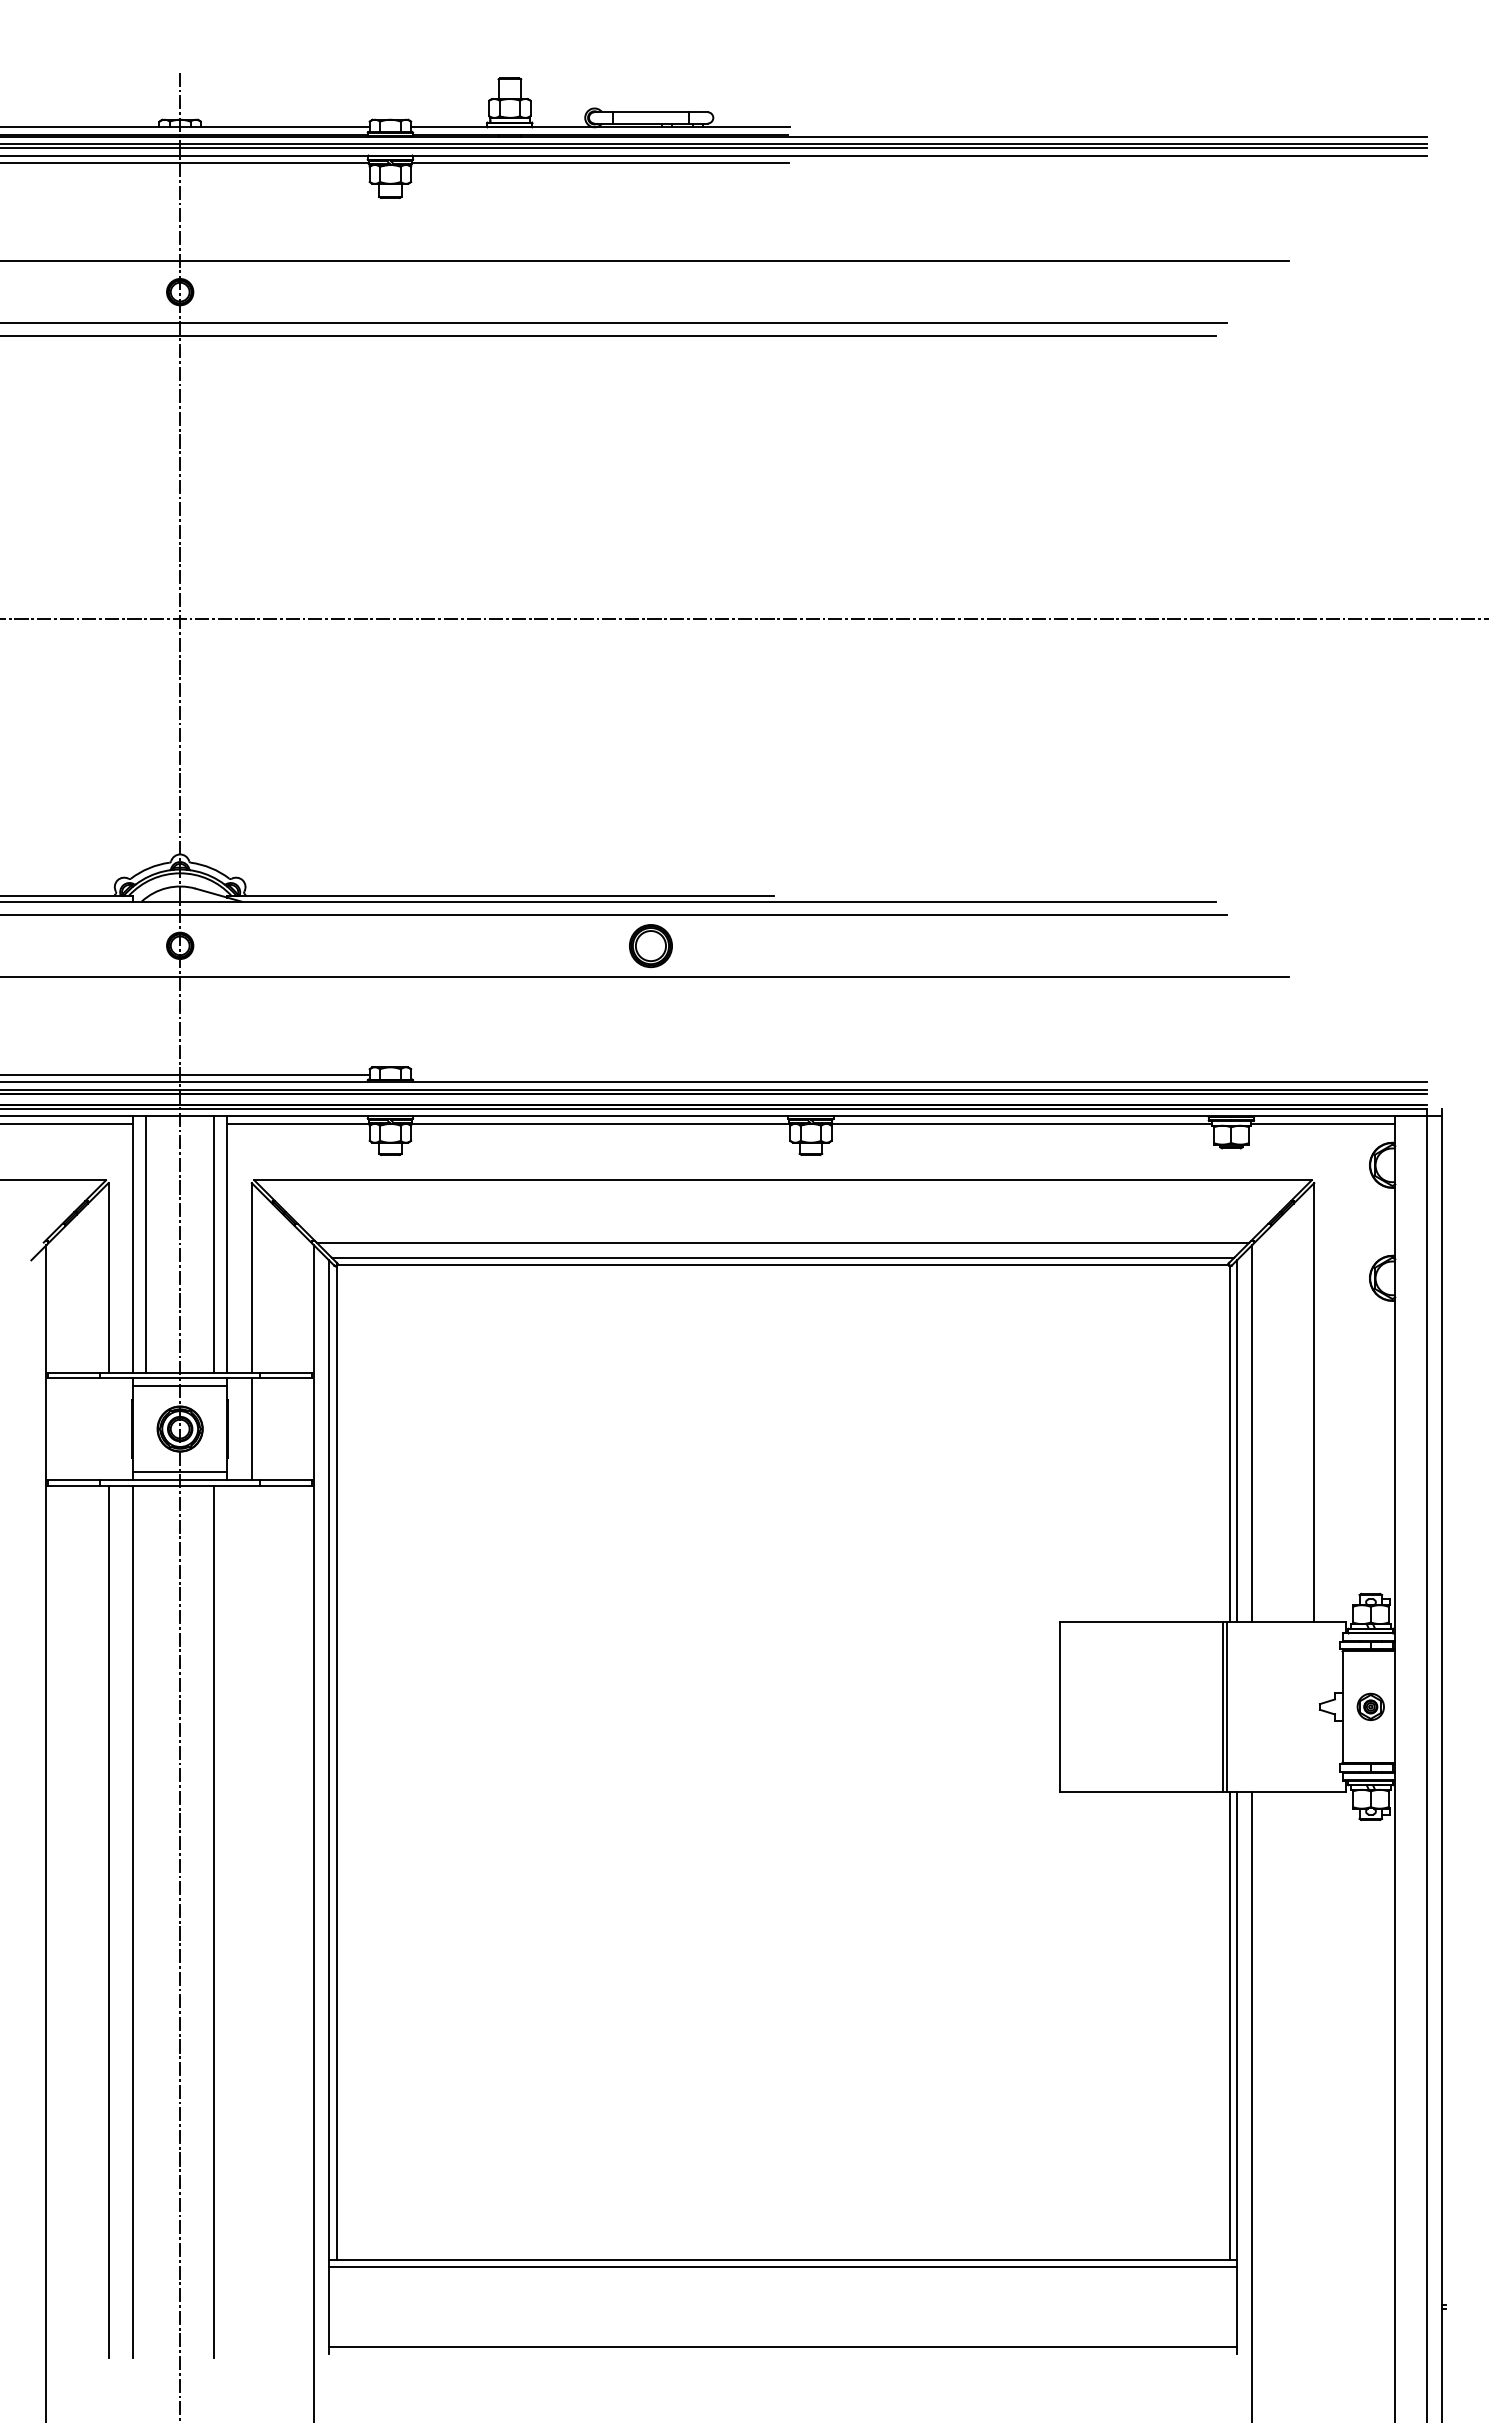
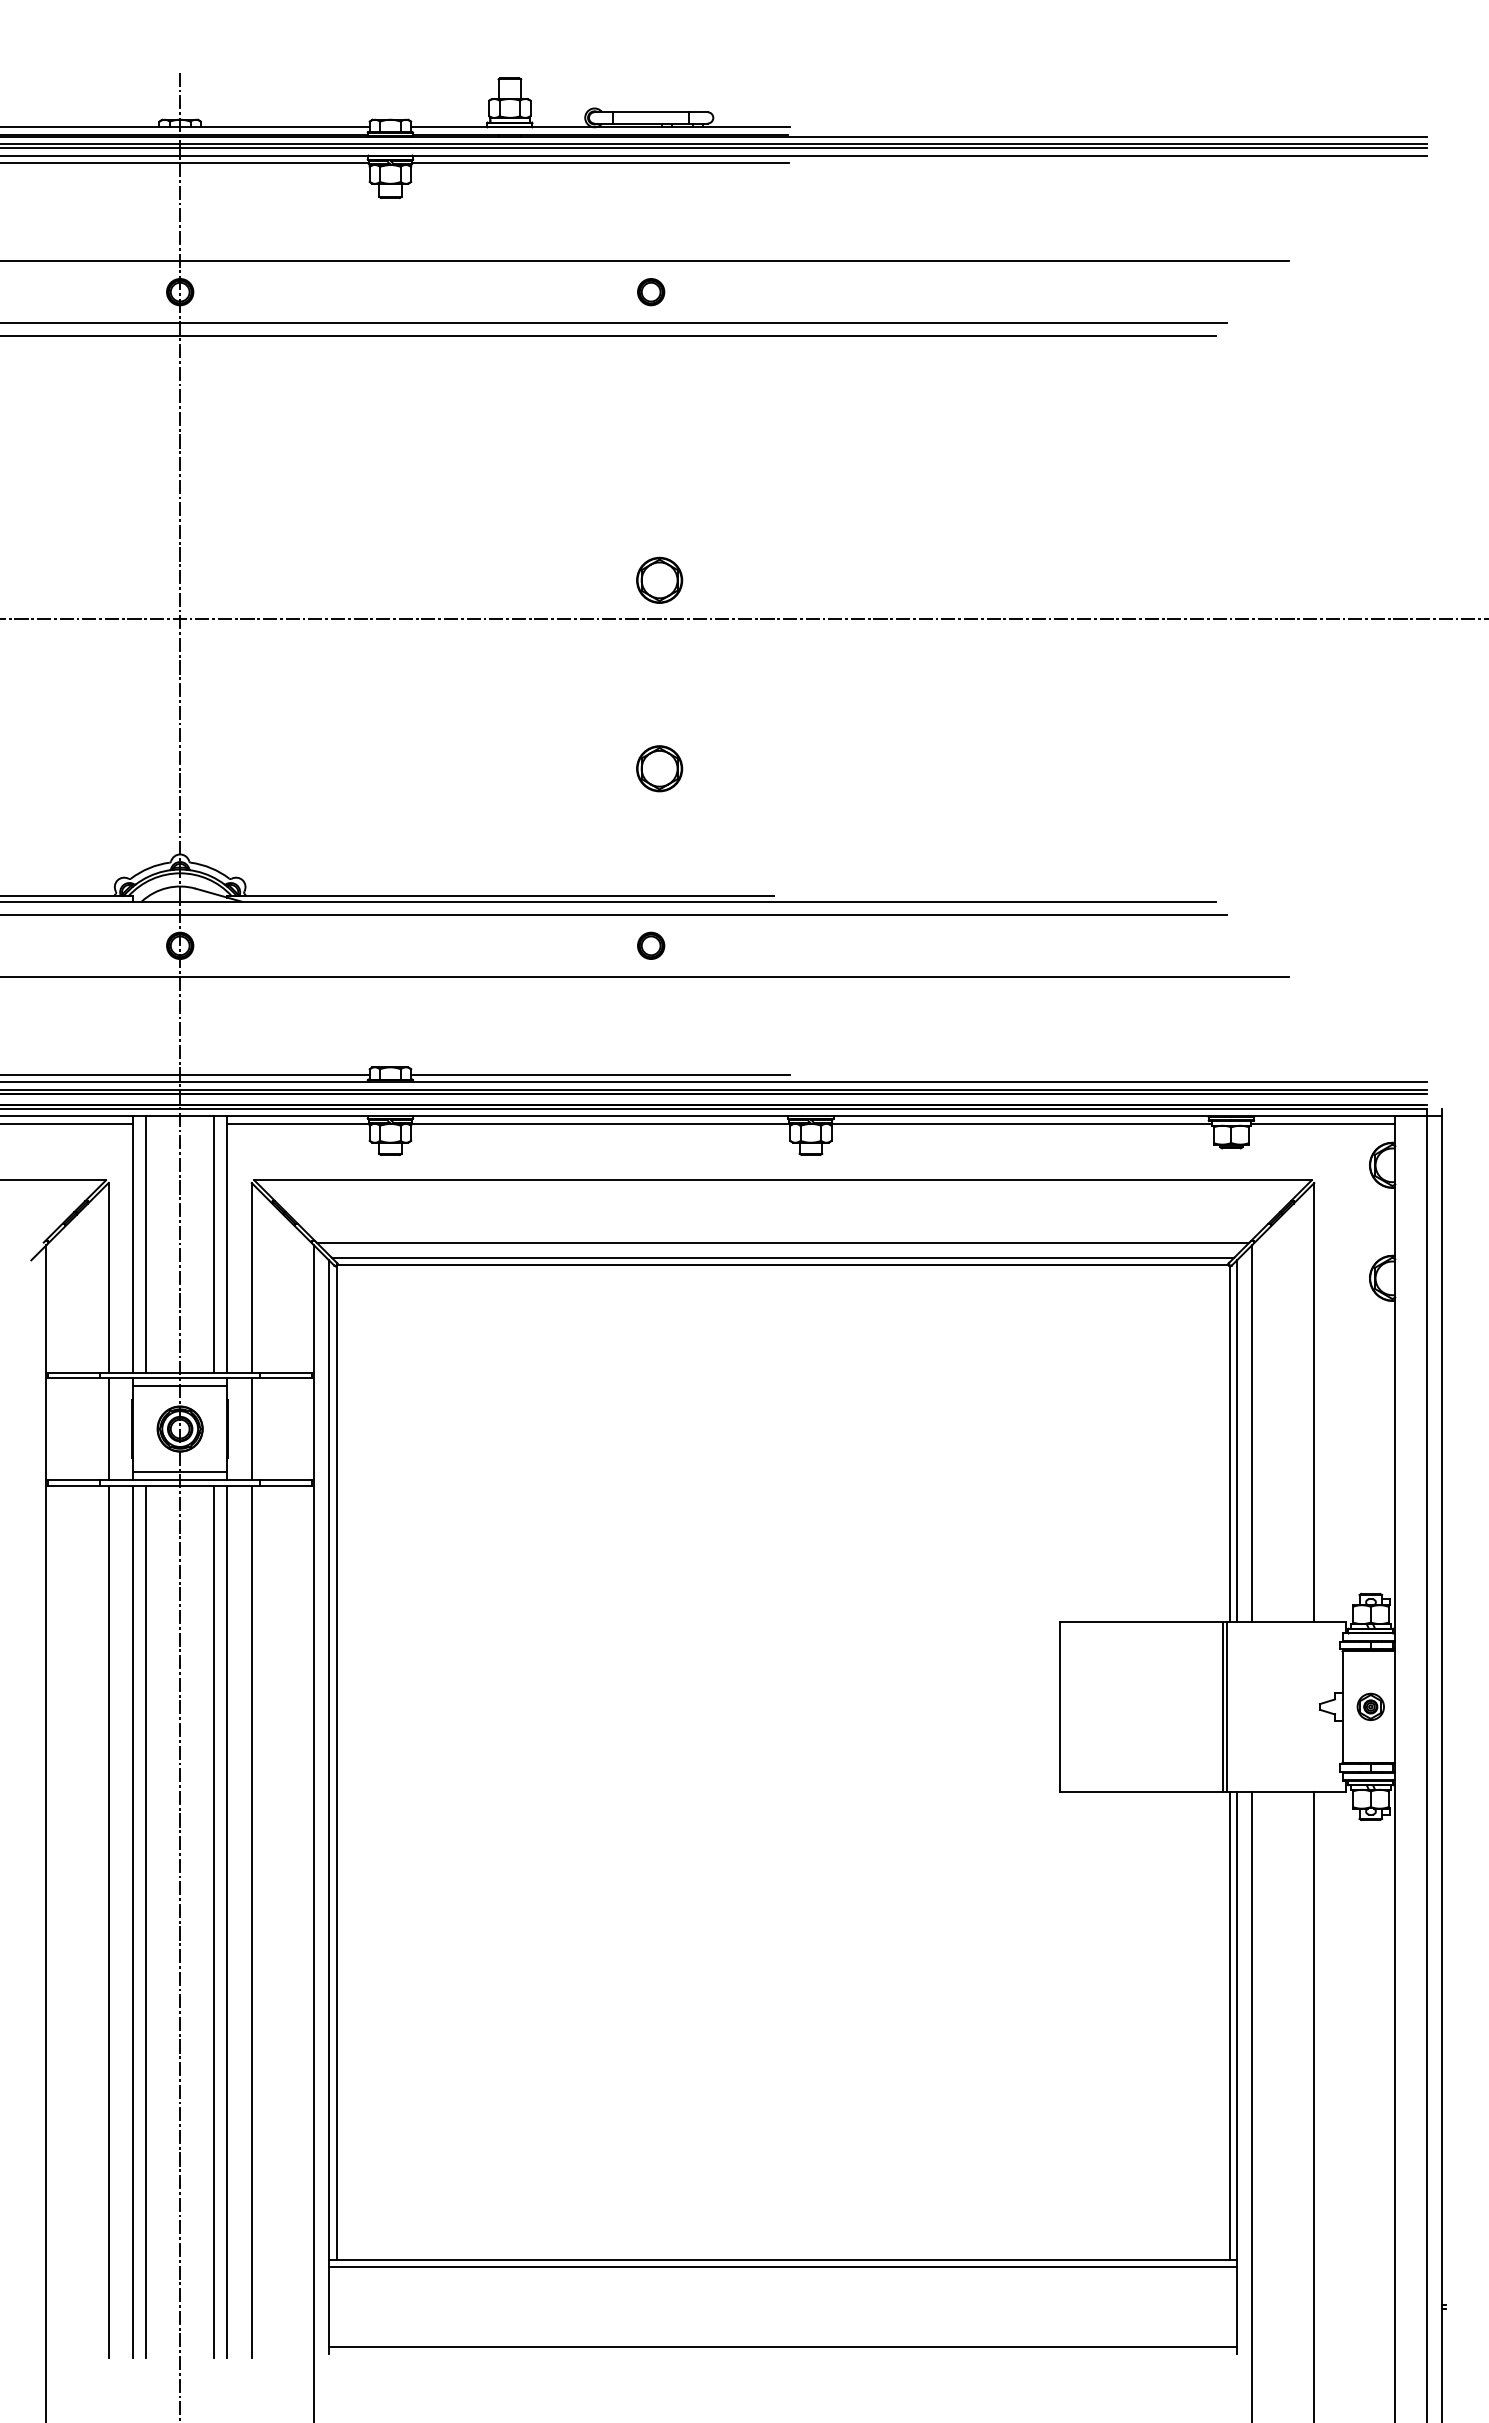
part at (651, 292): none -> present
part at (659, 579): none -> present
part at (659, 768): none -> present
part at (650, 946) size: 44x45 px -> 29x29 px
line at (600, 1074): none -> present
line at (108, 1428): none -> present
line at (146, 1921): none -> present
line at (227, 1921): none -> present
line at (251, 1921): none -> present
line at (1314, 2105): none -> present
